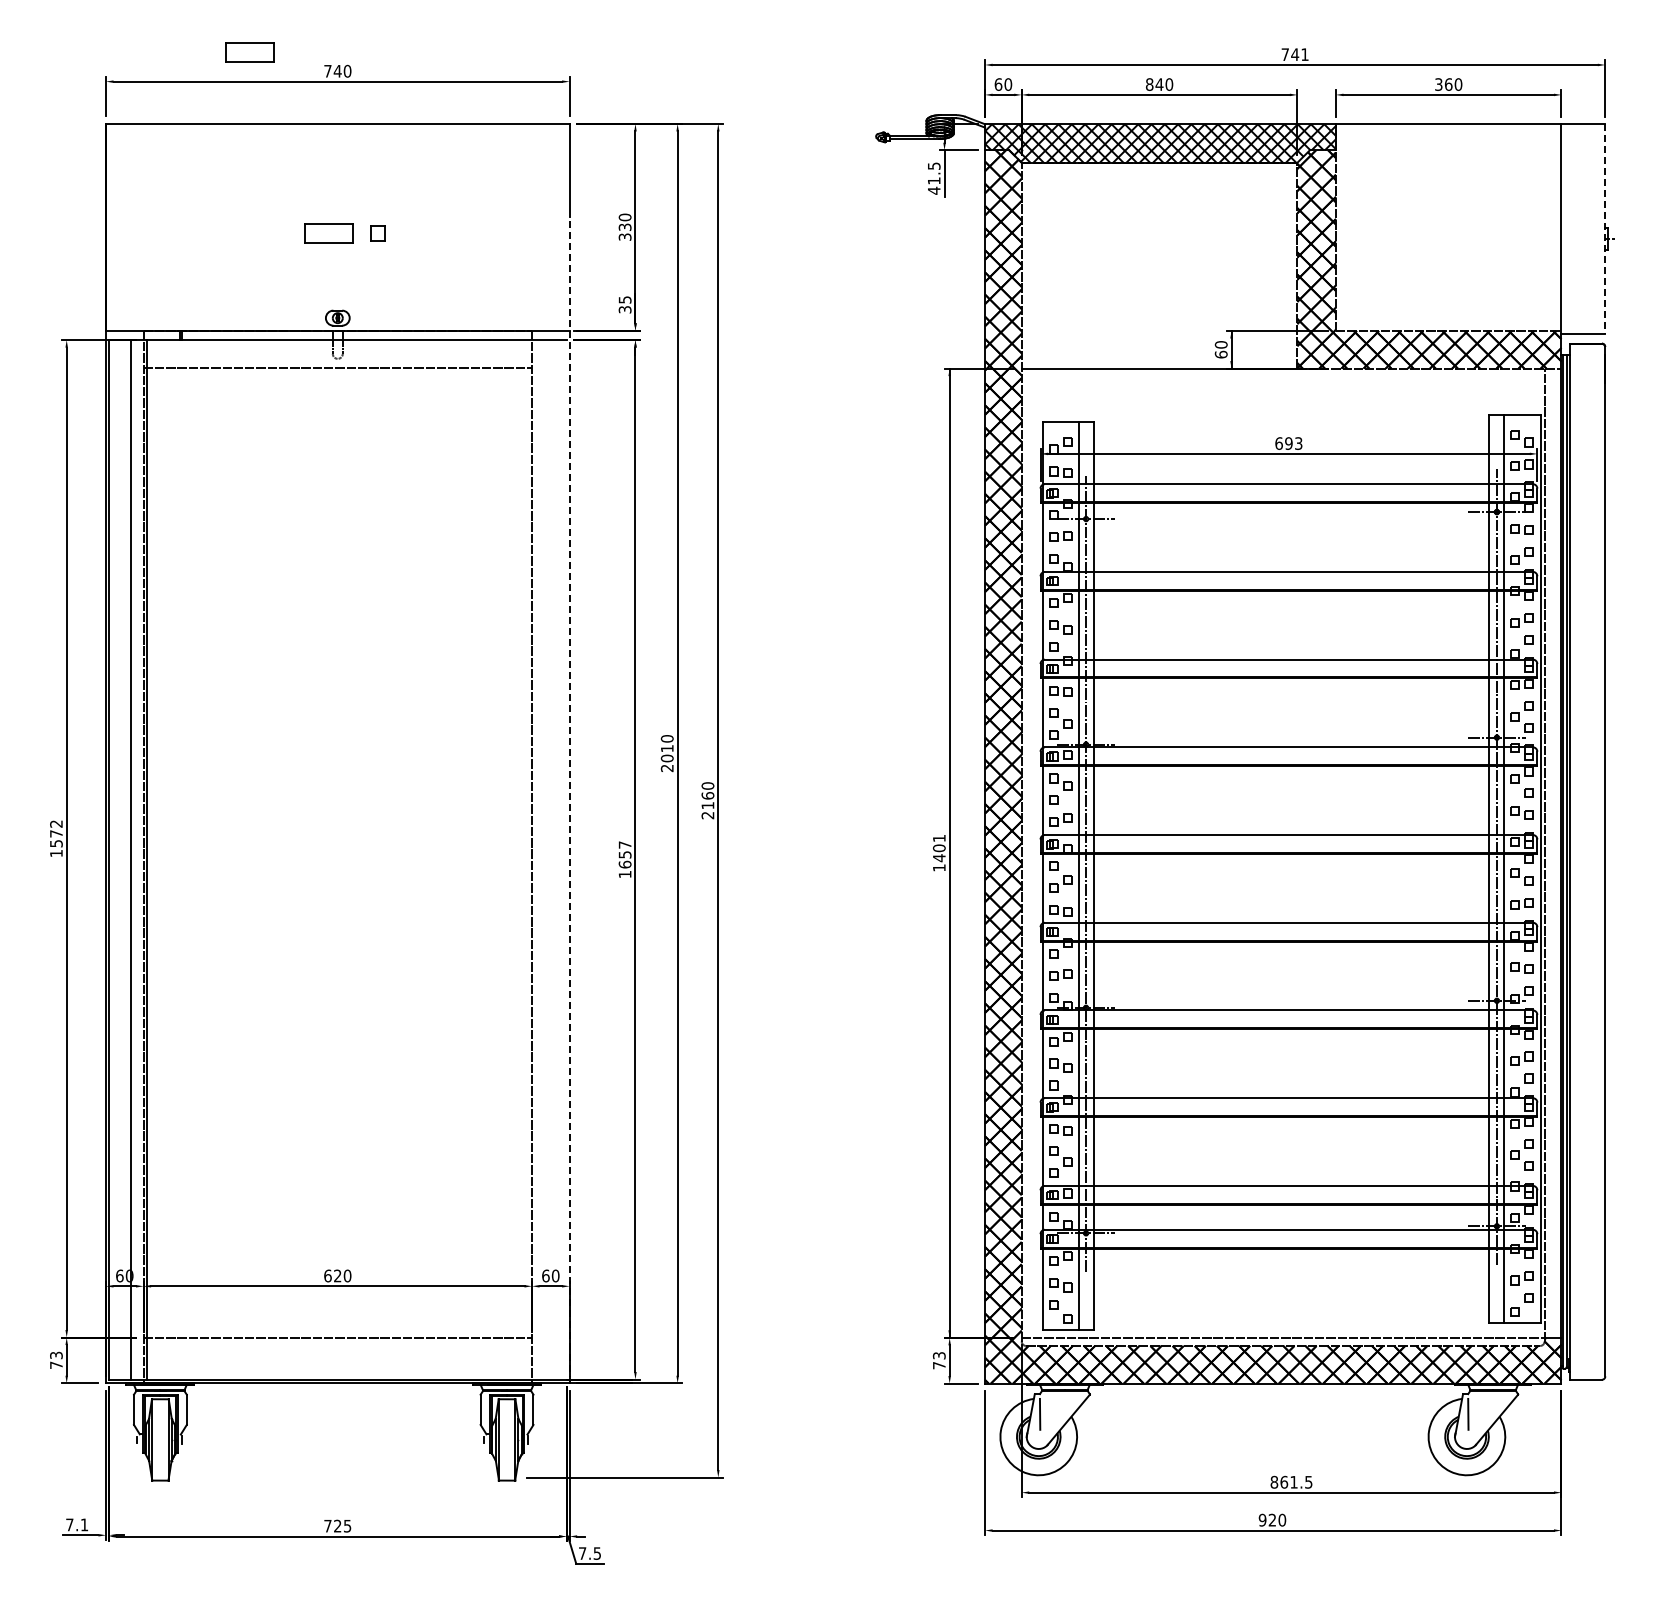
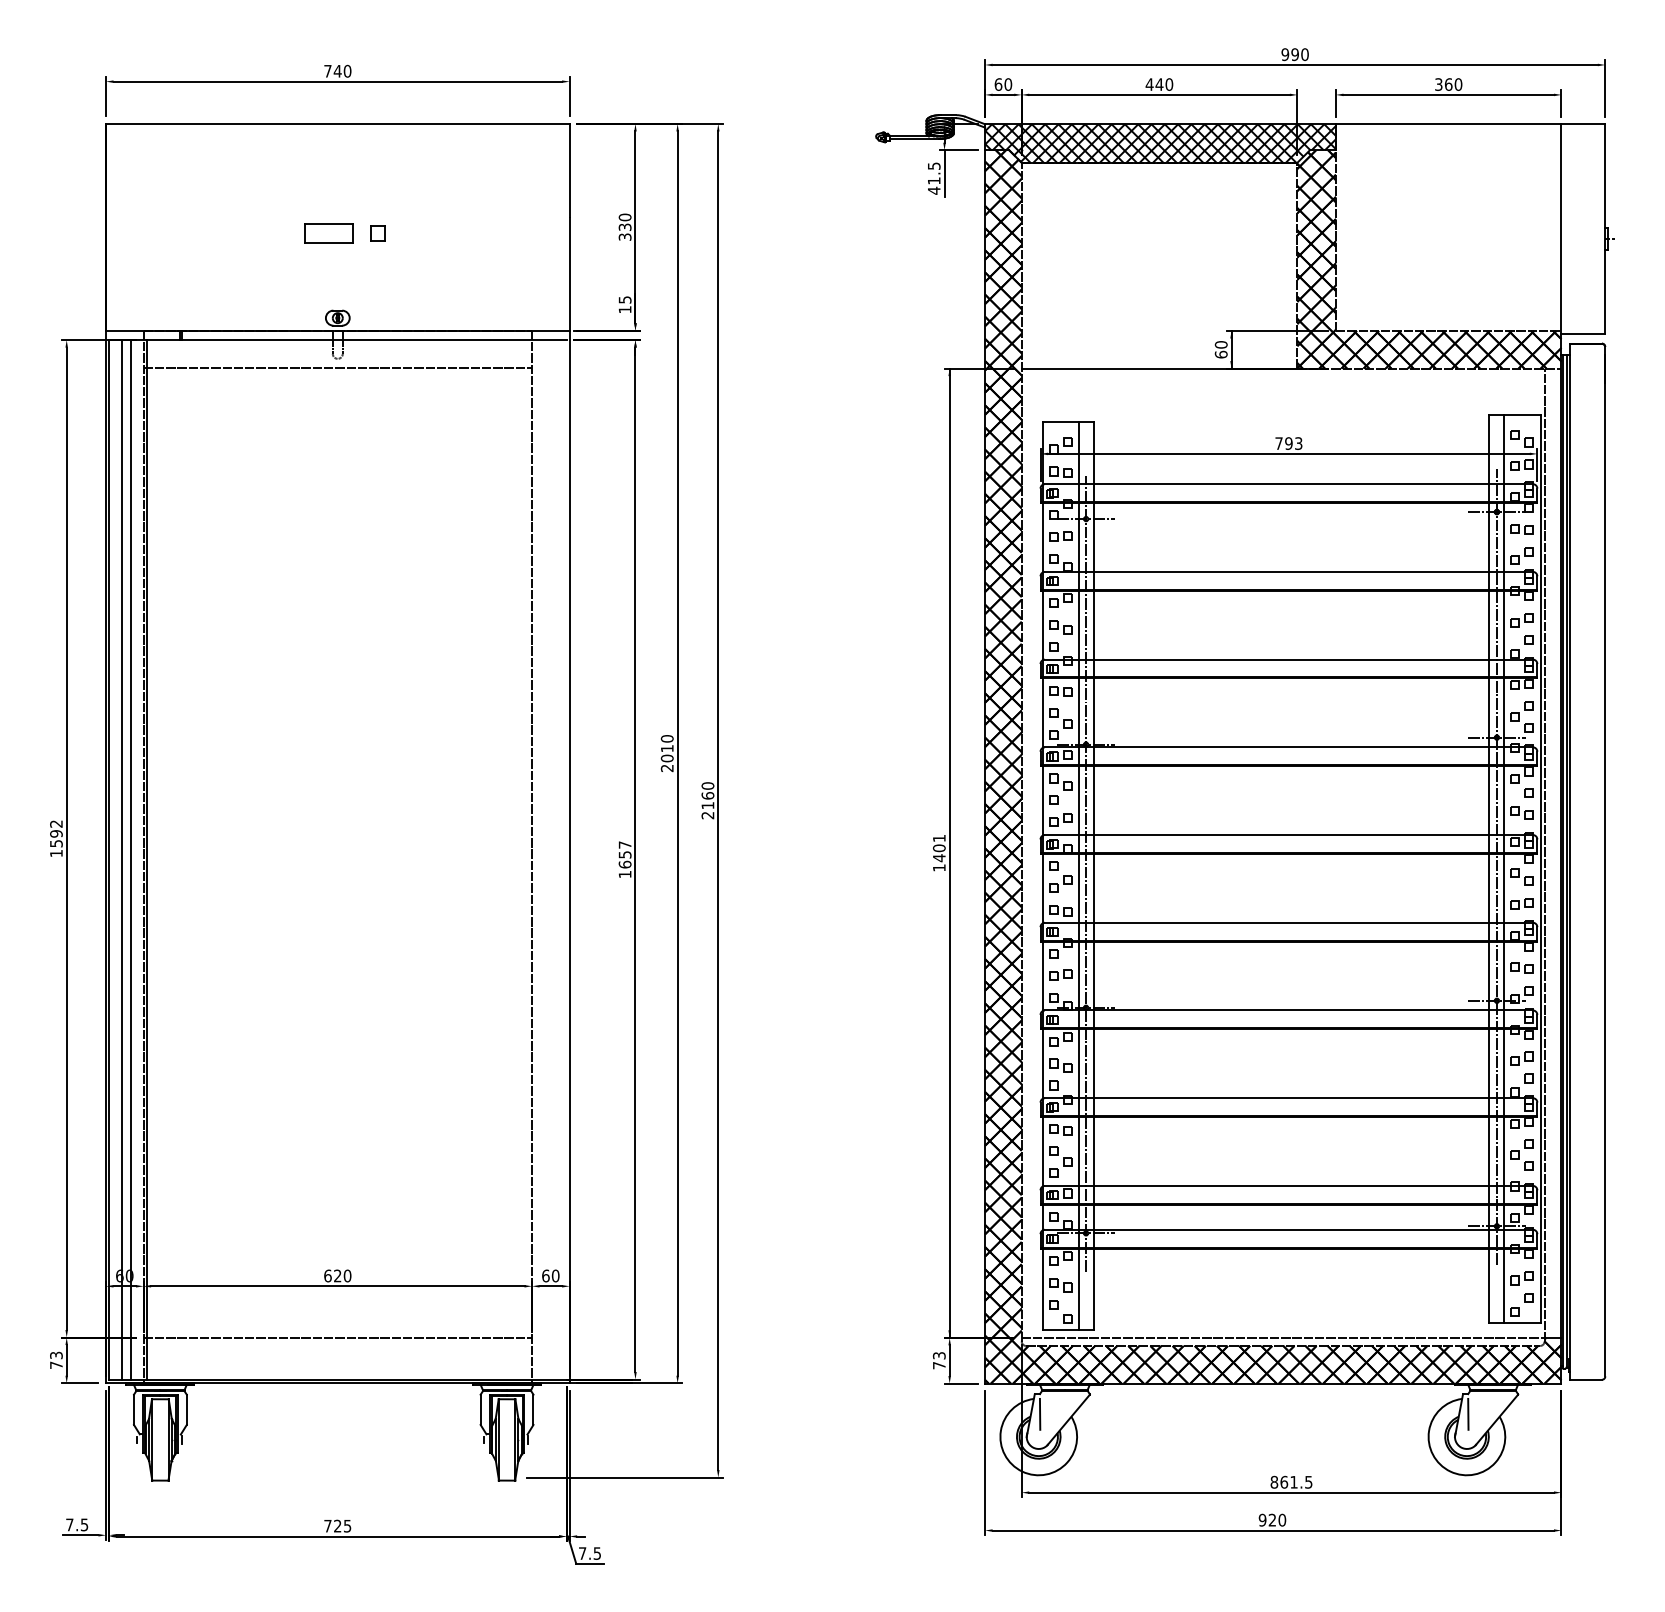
part at (249, 52): present -> none
text at (1294, 54): 741 -> 990
text at (1149, 84): 840 -> 440
line at (1605, 229): dashed -> solid
text at (624, 309): 35 -> 15
text at (1278, 443): 693 -> 793
line at (569, 800): dashed -> solid
text at (56, 833): 1572 -> 1592
line at (121, 859): none -> present
text at (84, 1524): 7.1 -> 7.5
